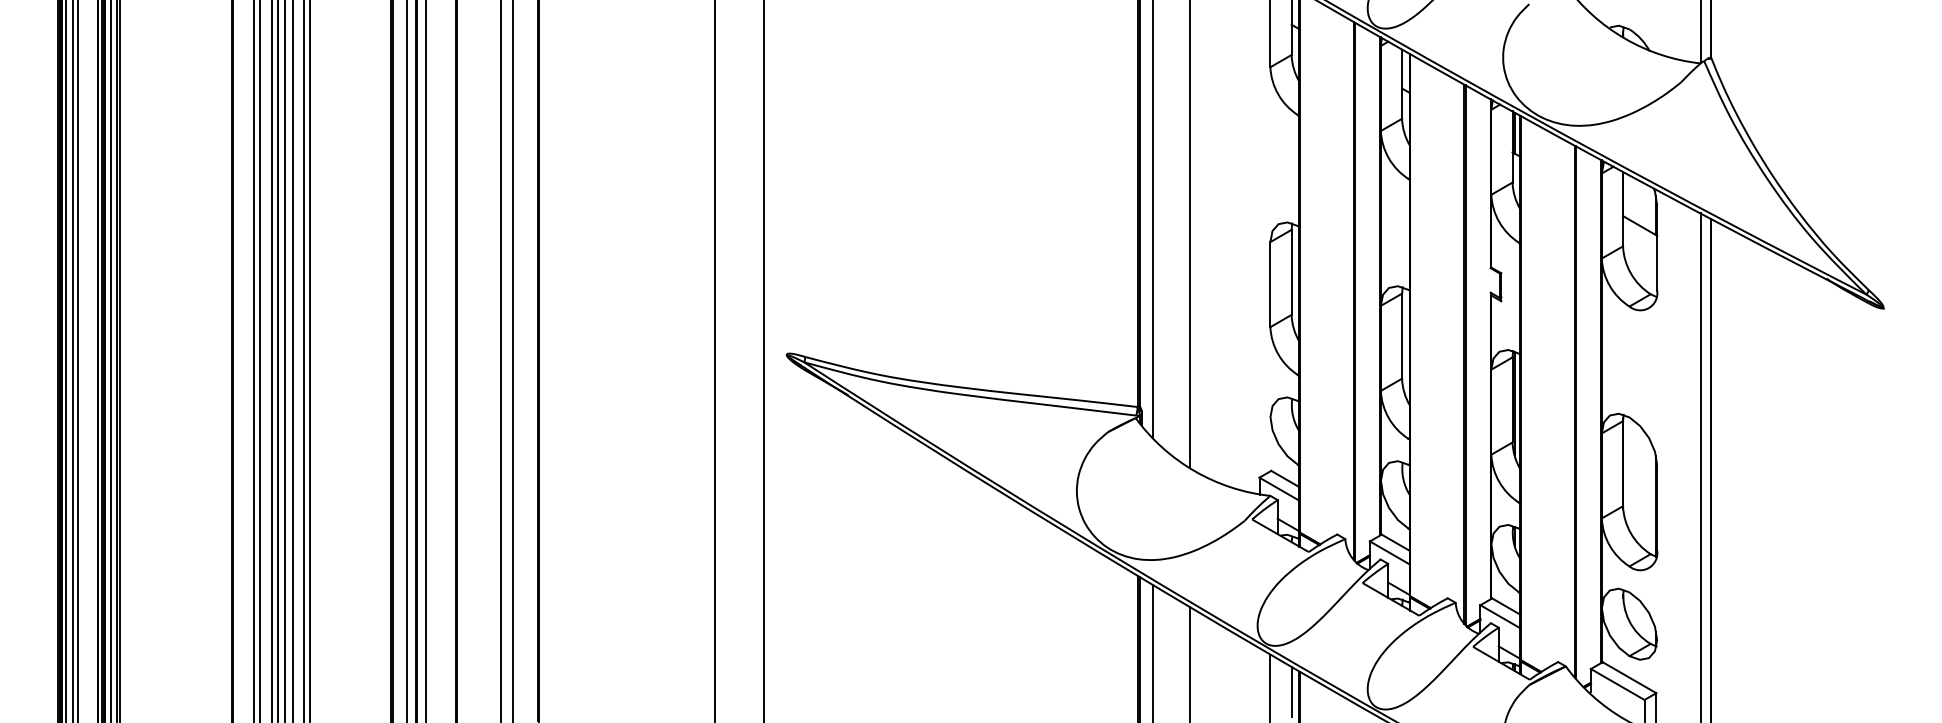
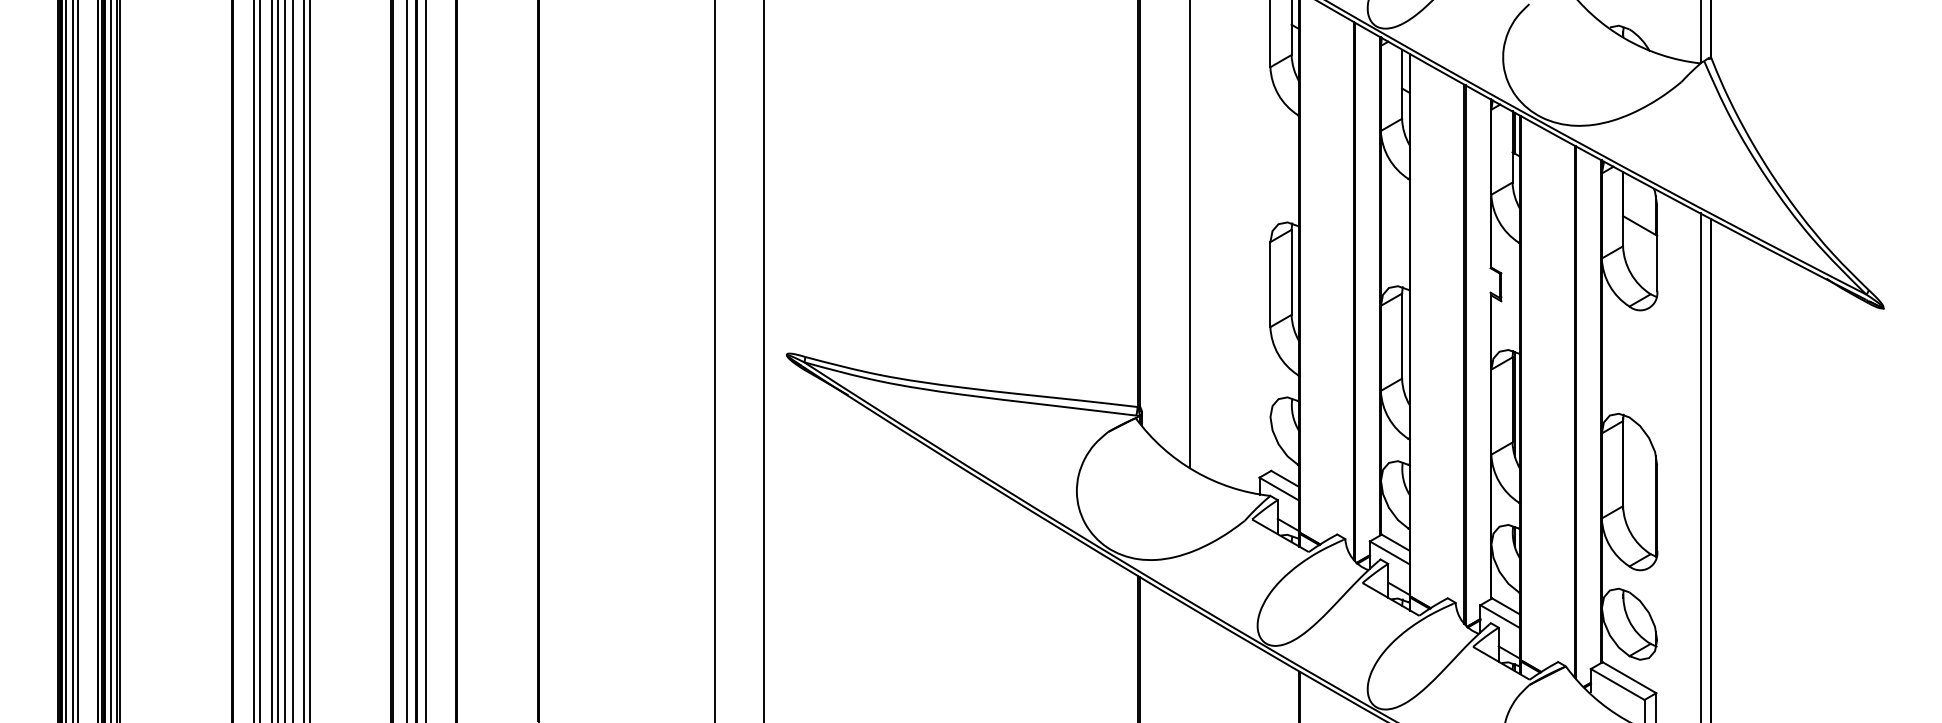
line at (1153, 219): present -> none
line at (500, 360): present -> none
line at (513, 360): present -> none
line at (1153, 652): present -> none
line at (1189, 663): present -> none
line at (1270, 686): present -> none
line at (1291, 692): present -> none
